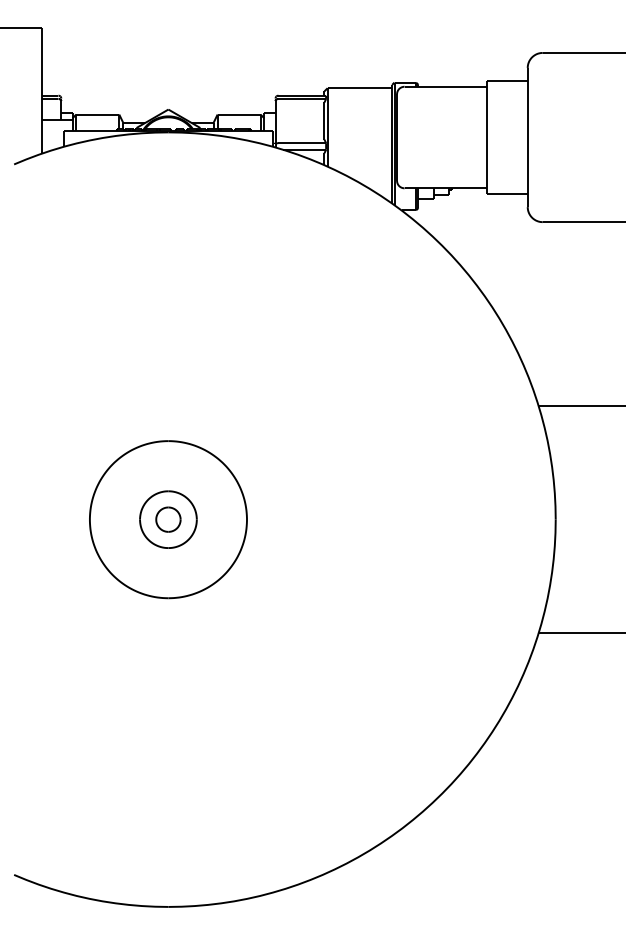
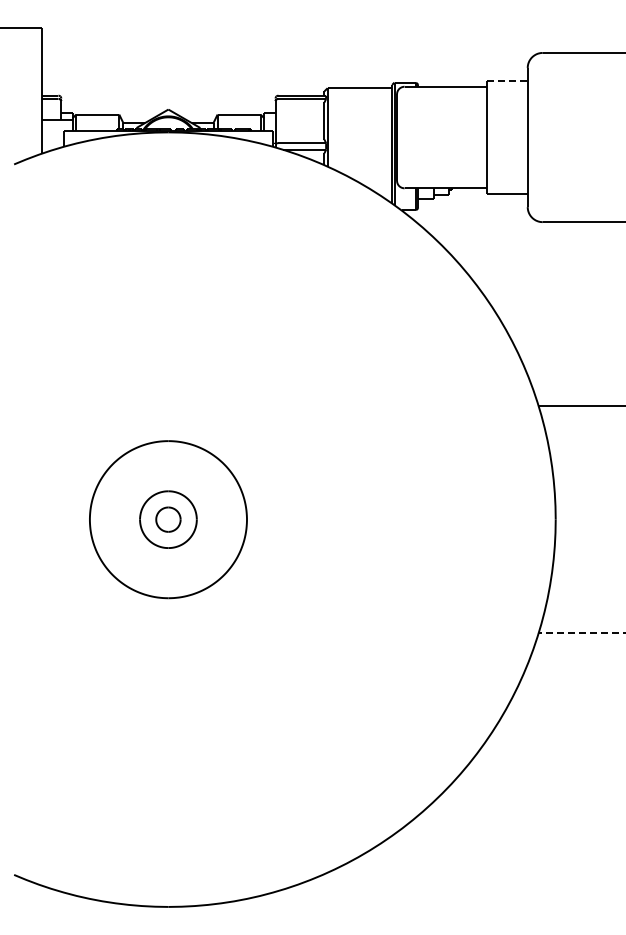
line at (507, 81): solid -> dashed
line at (581, 633): solid -> dashed
